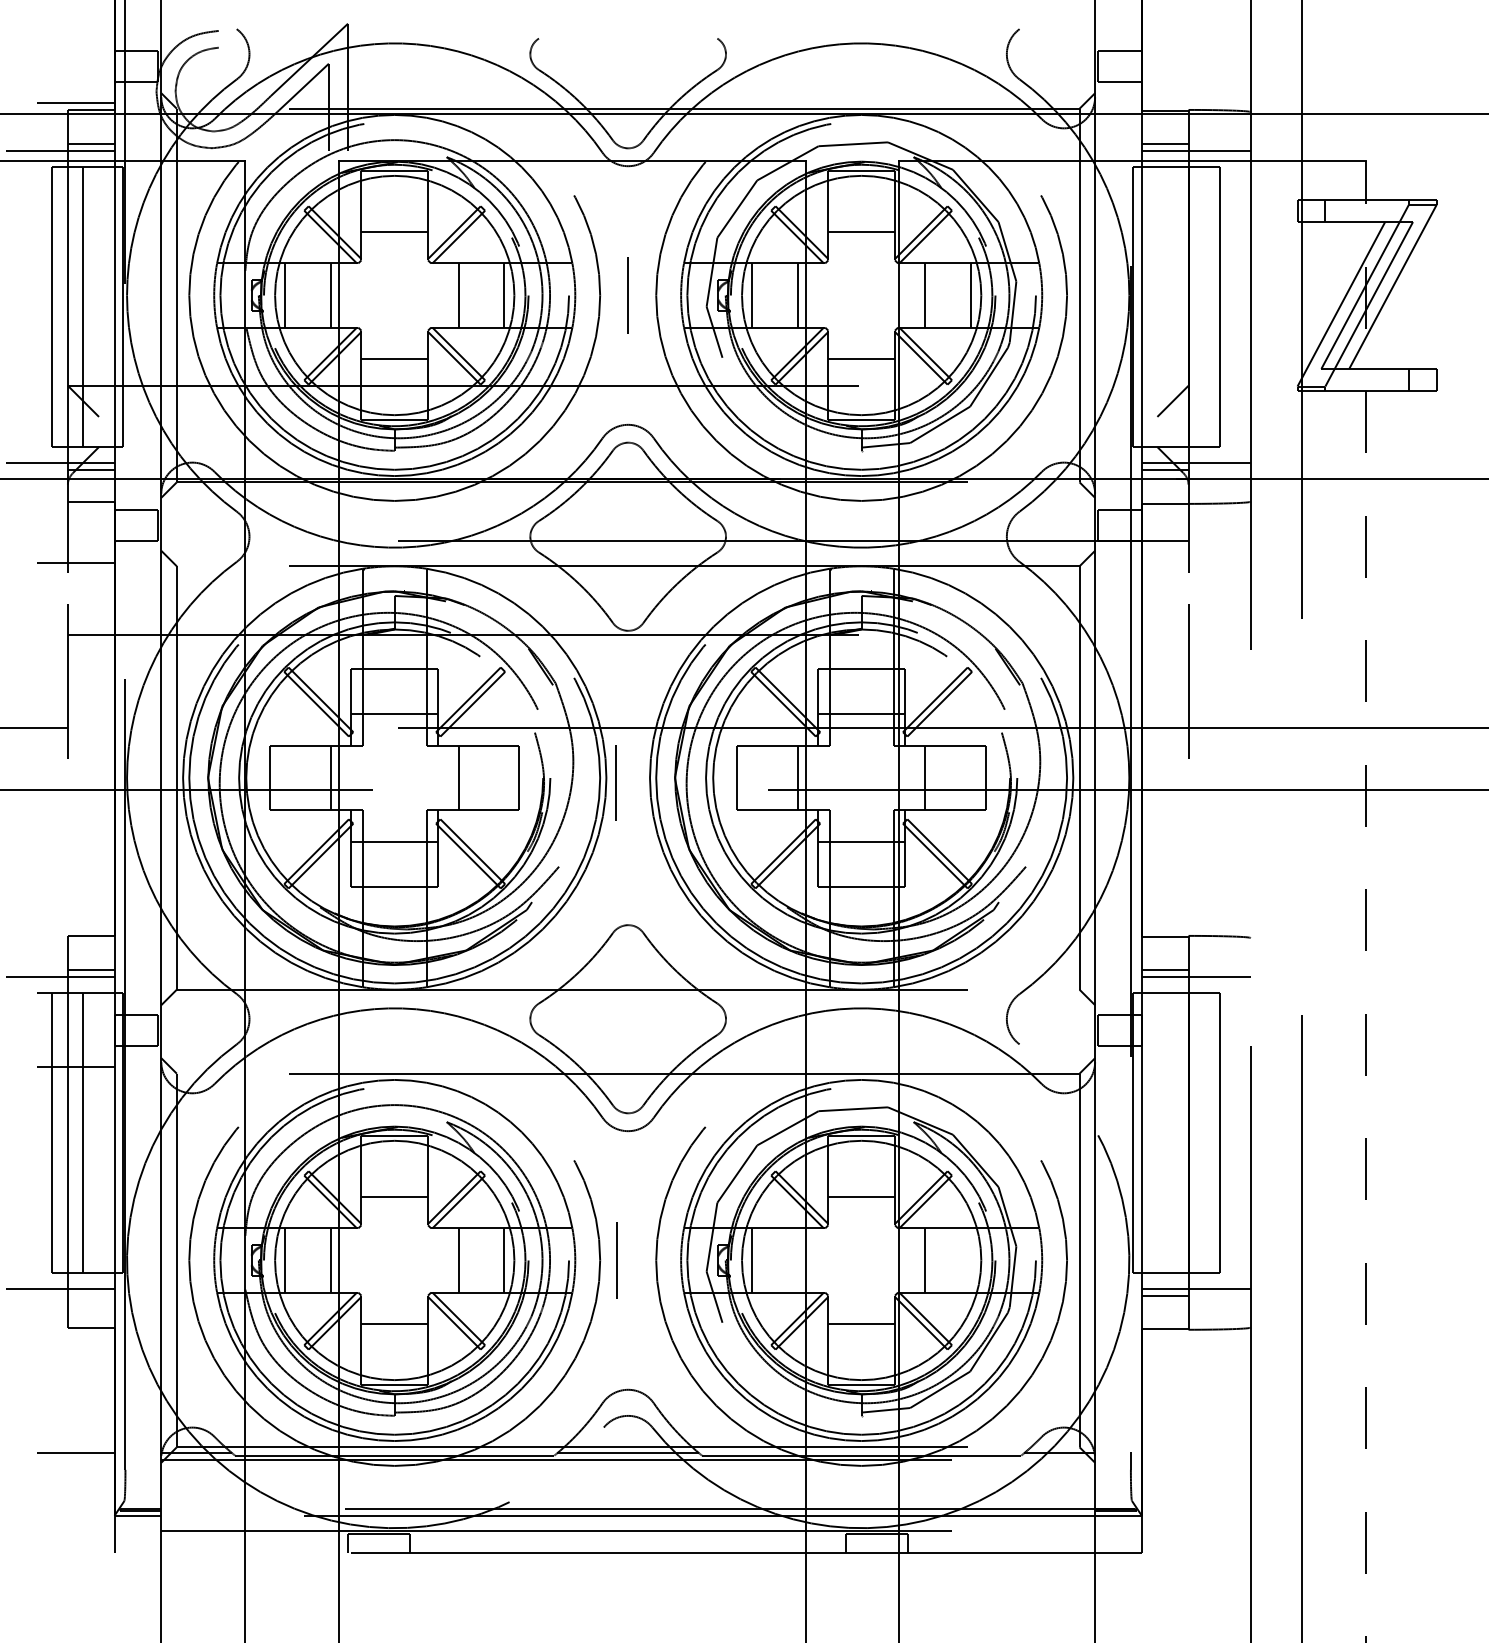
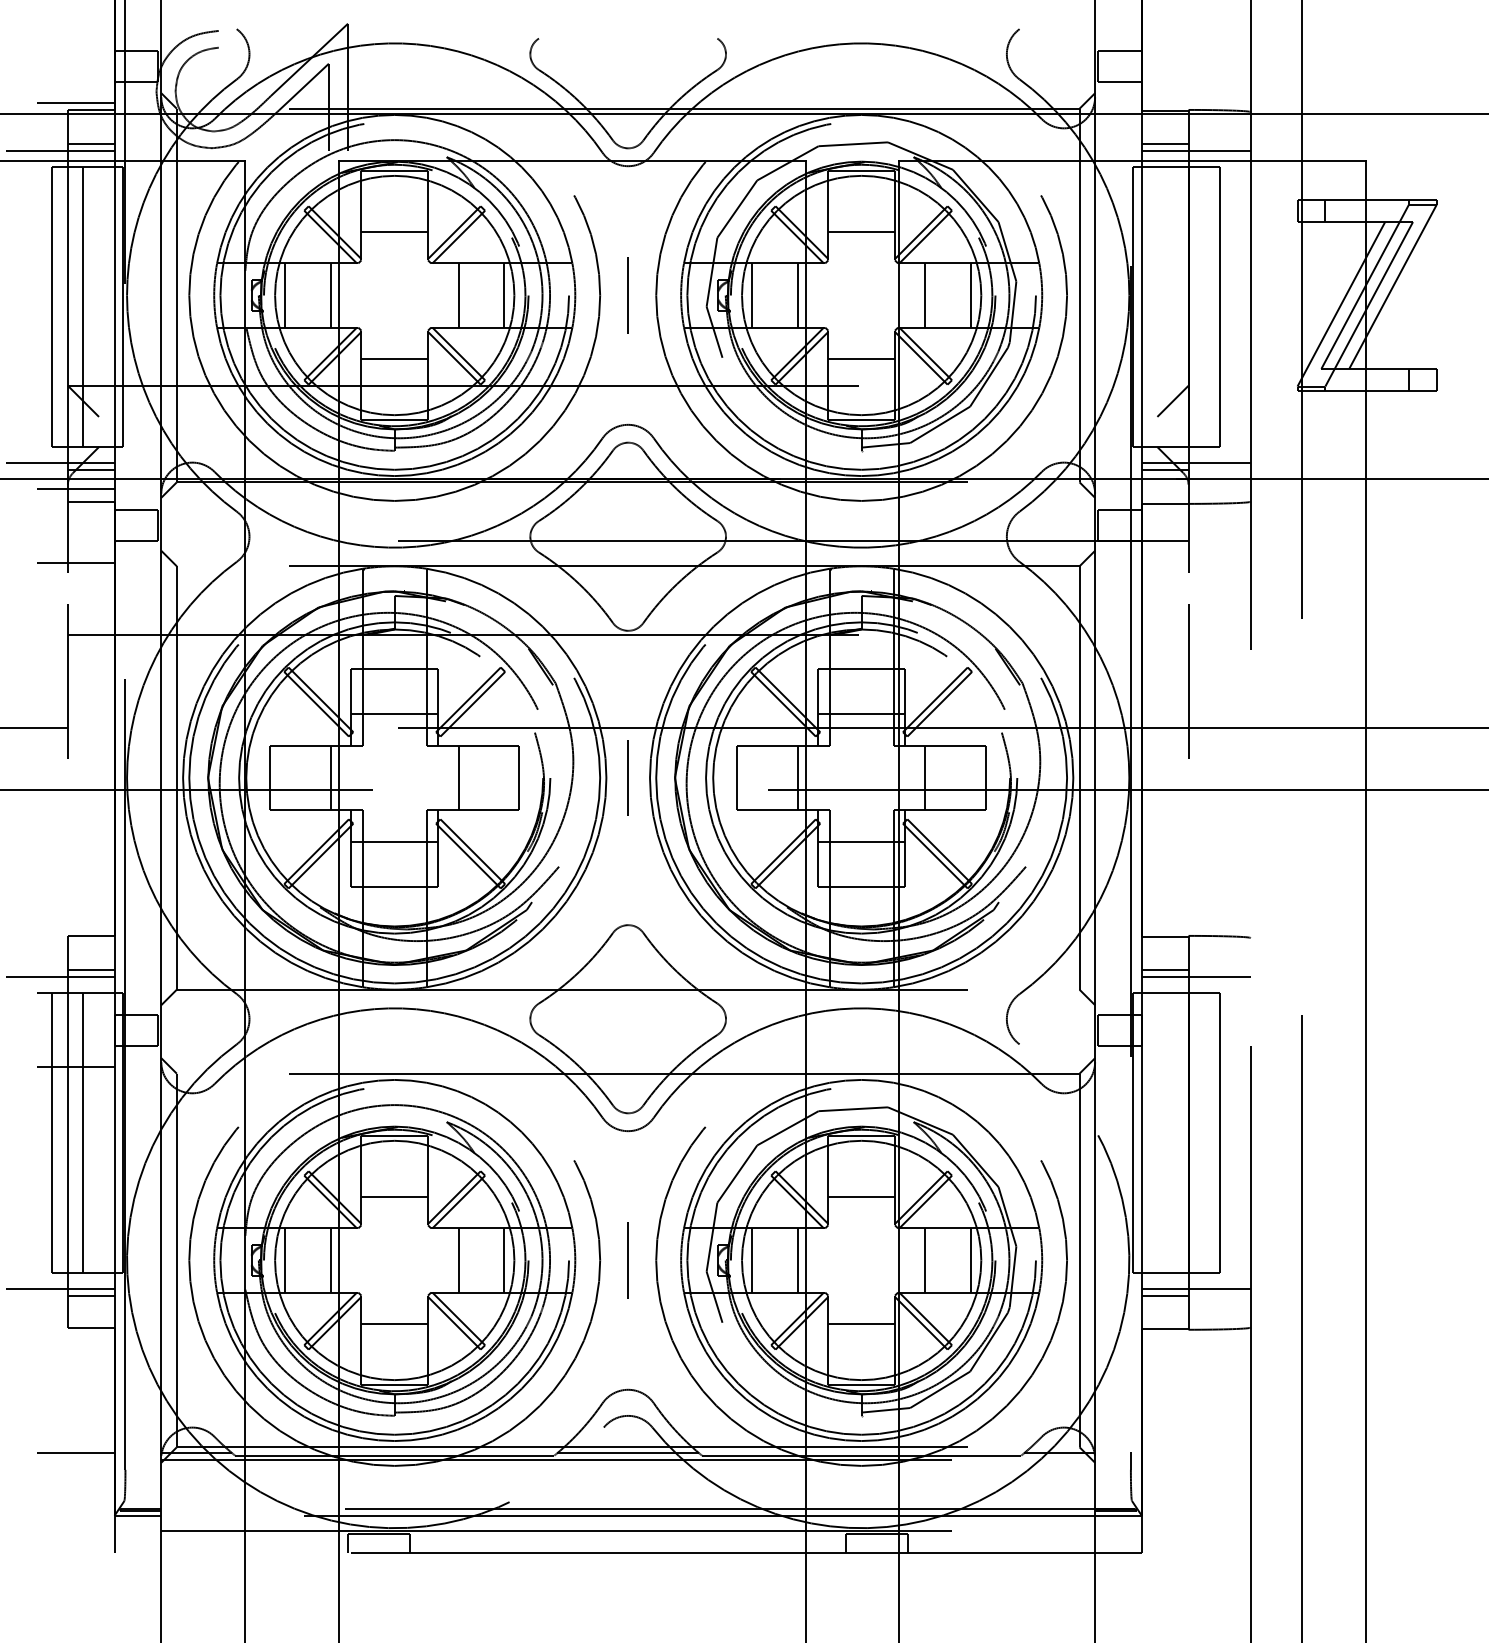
line at (75, 488): none -> present
line at (615, 782) position: (615, 782) -> (627, 777)
line at (1365, 901): dashed -> solid
line at (616, 1260) position: (616, 1260) -> (627, 1260)
line at (797, 1260): none -> present
line at (970, 1260): none -> present
line at (90, 1296): none -> present
